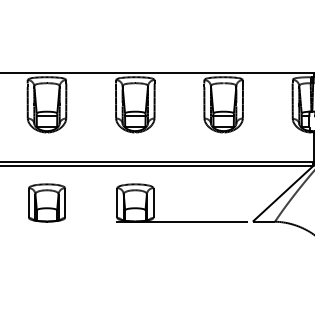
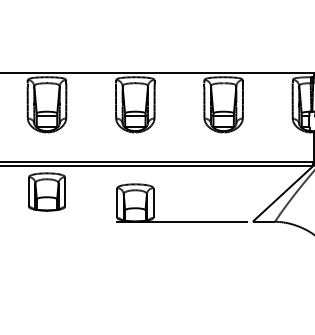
part at (46, 202) position: (46, 202) -> (46, 191)
